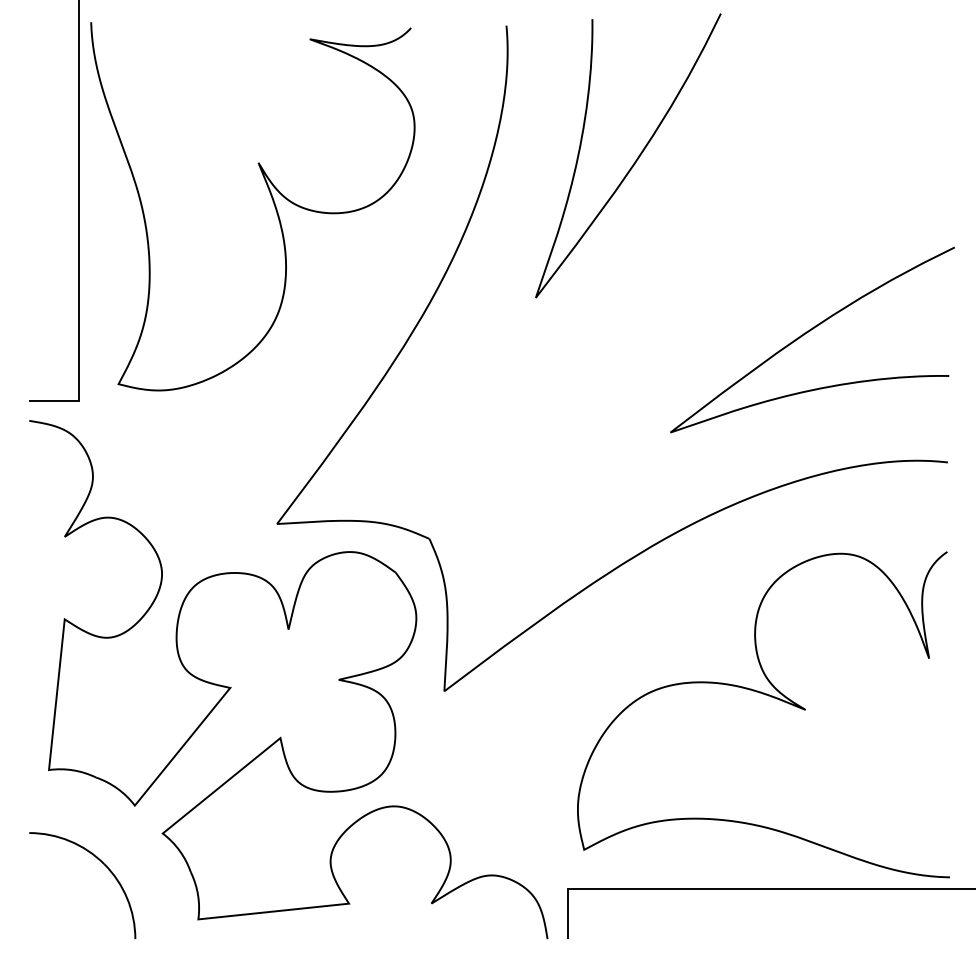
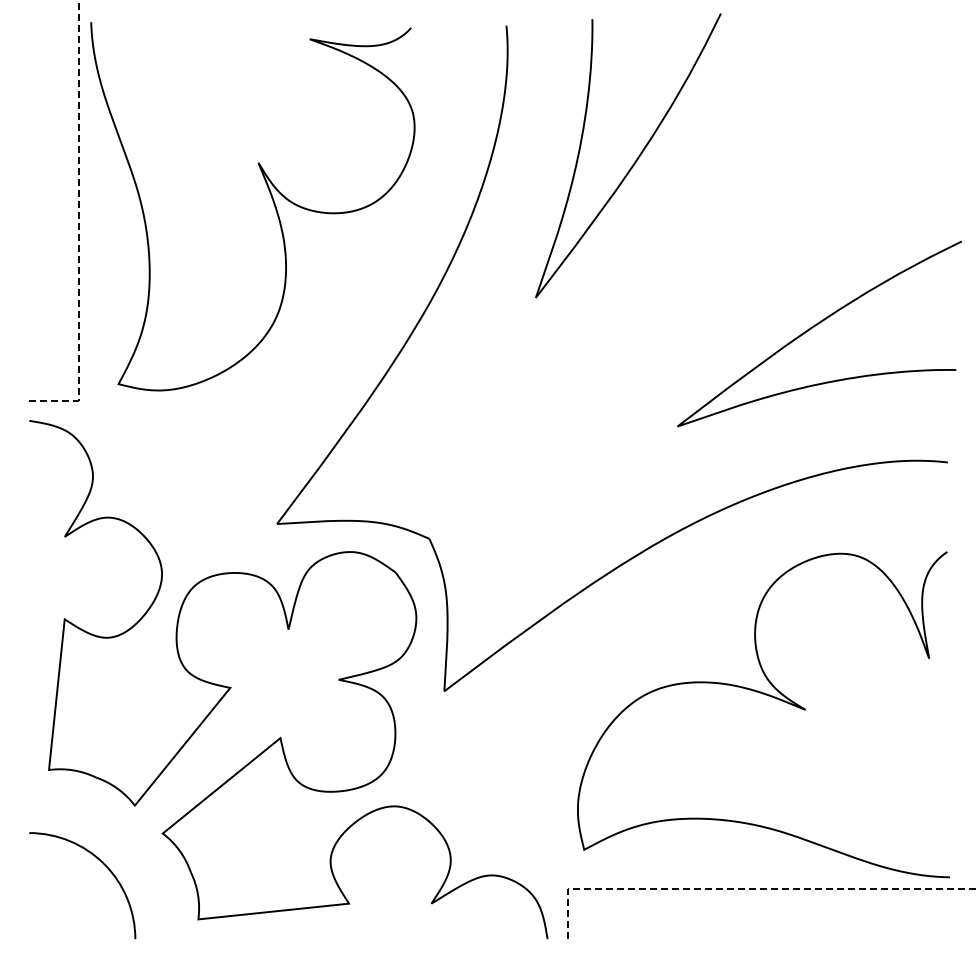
line at (78, 225): solid -> dashed
curve at (807, 333) position: (807, 333) -> (814, 327)
line at (746, 889): solid -> dashed
